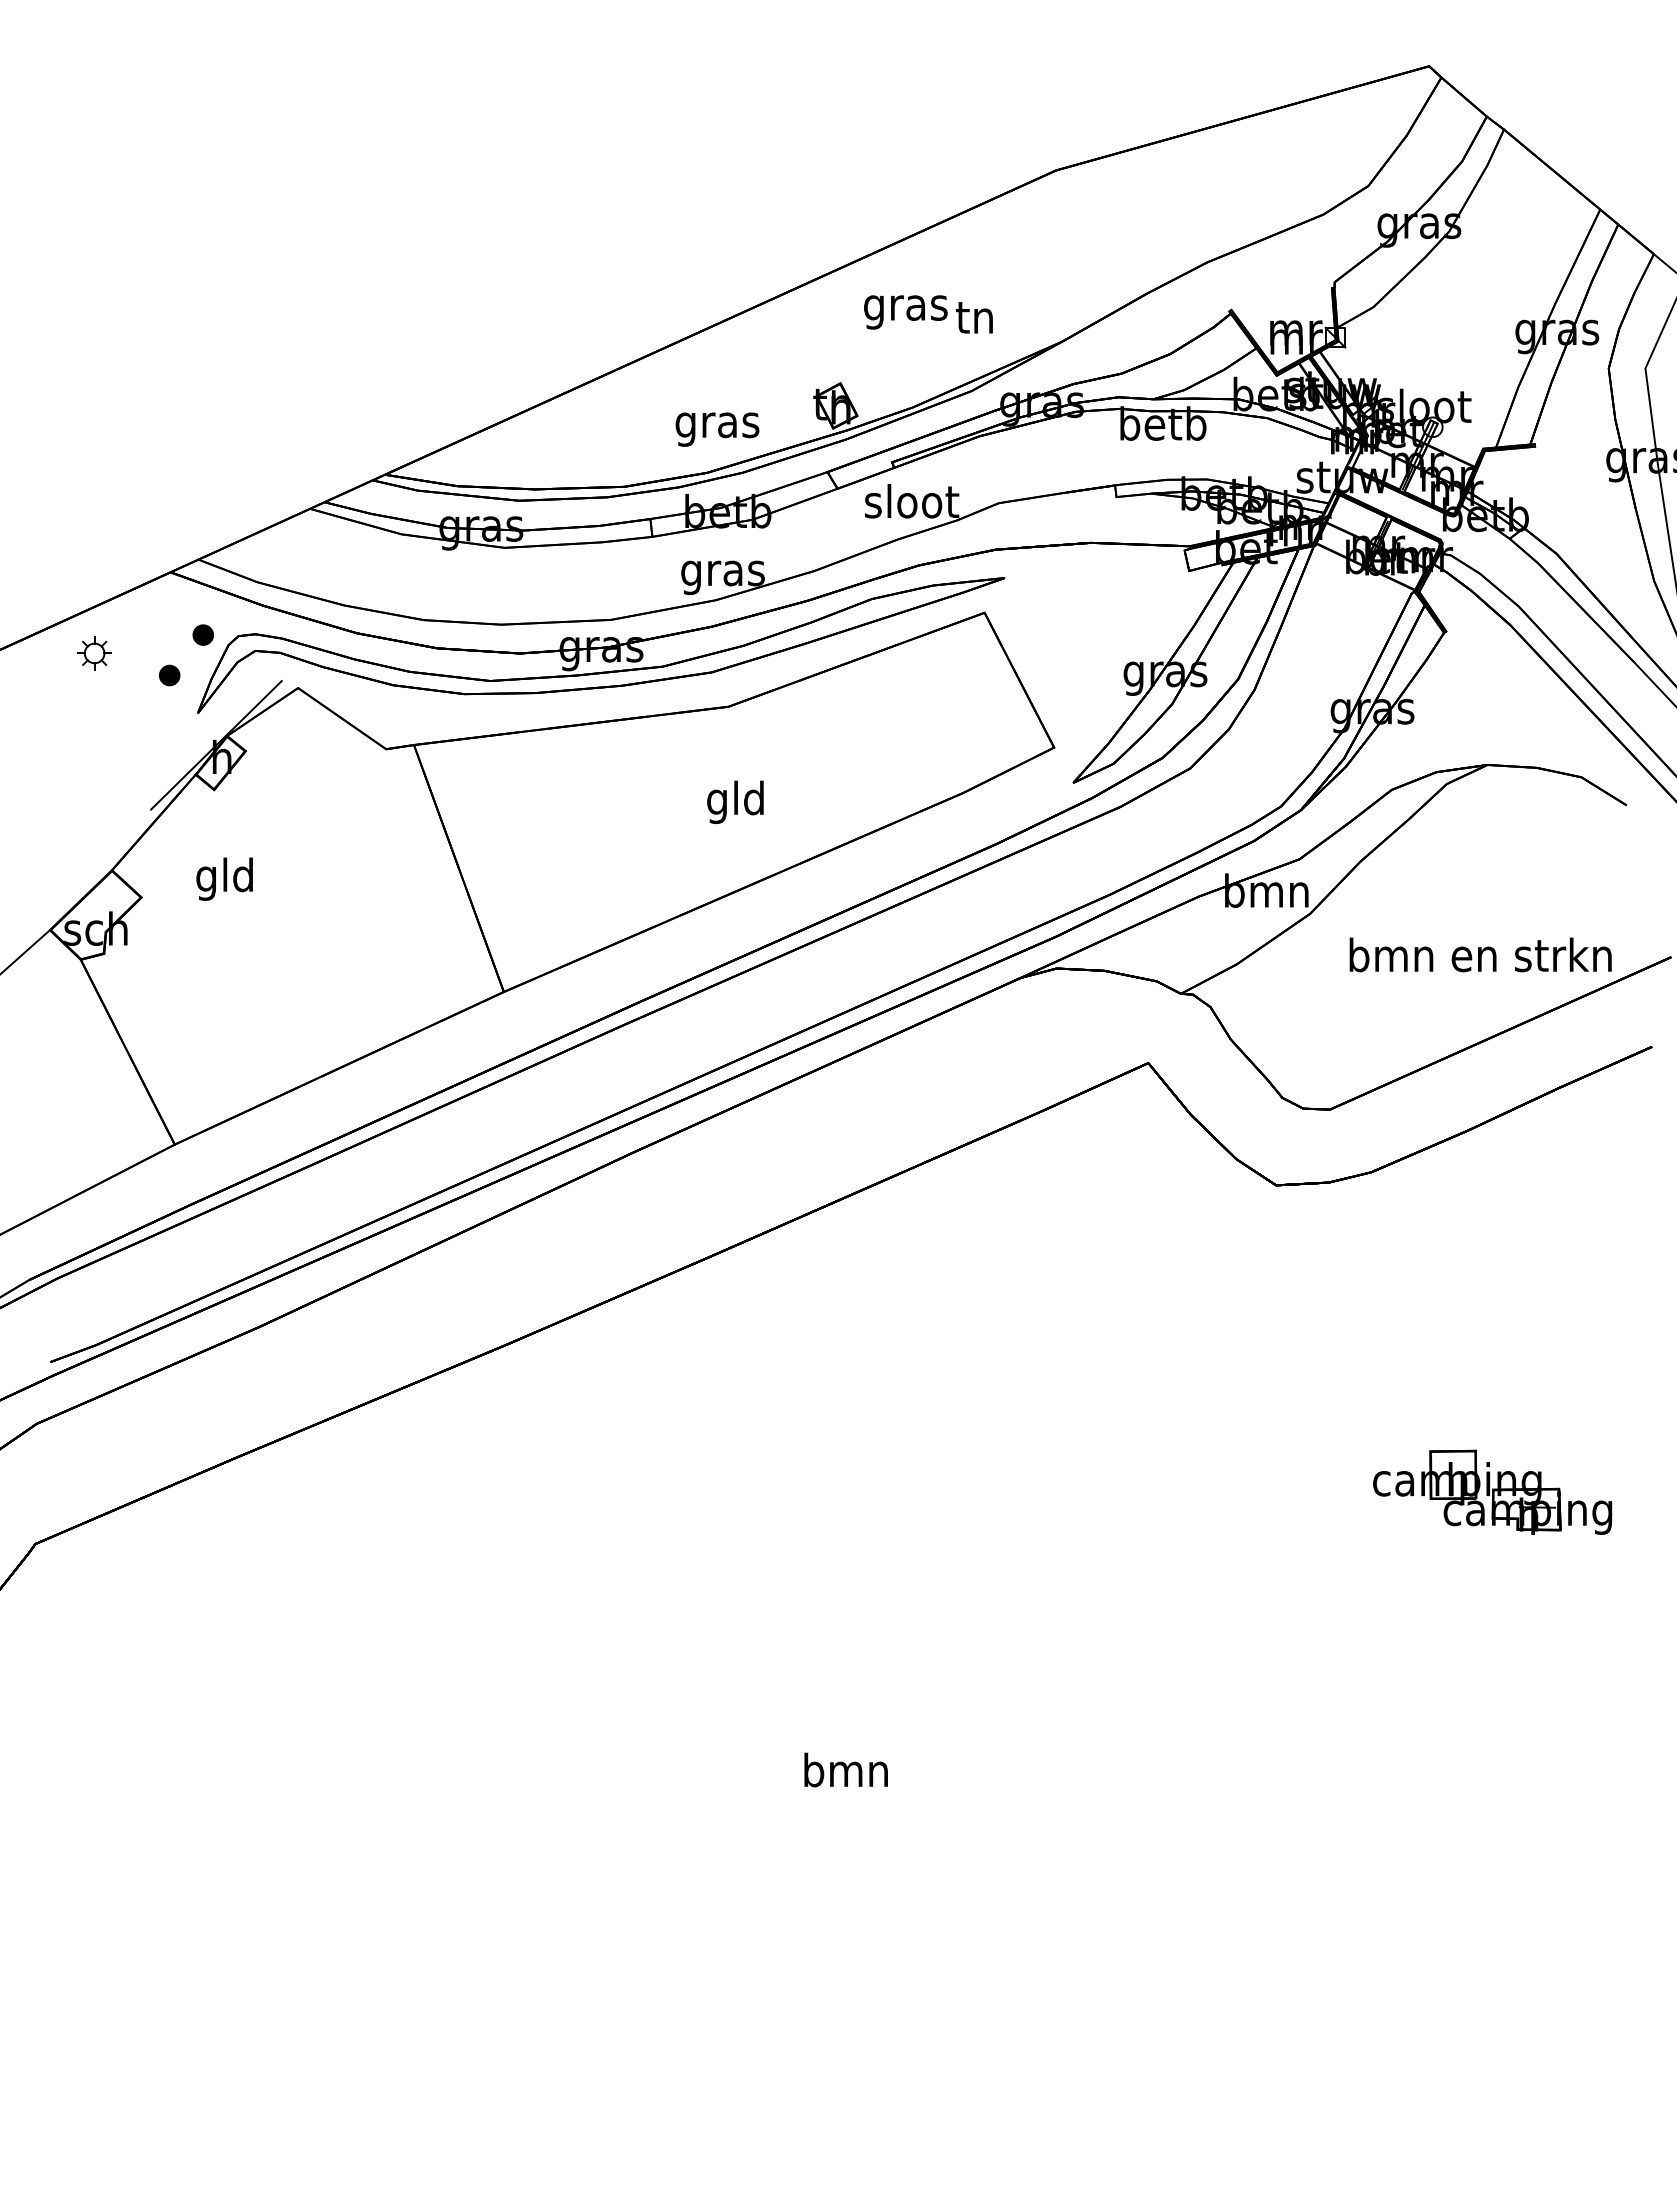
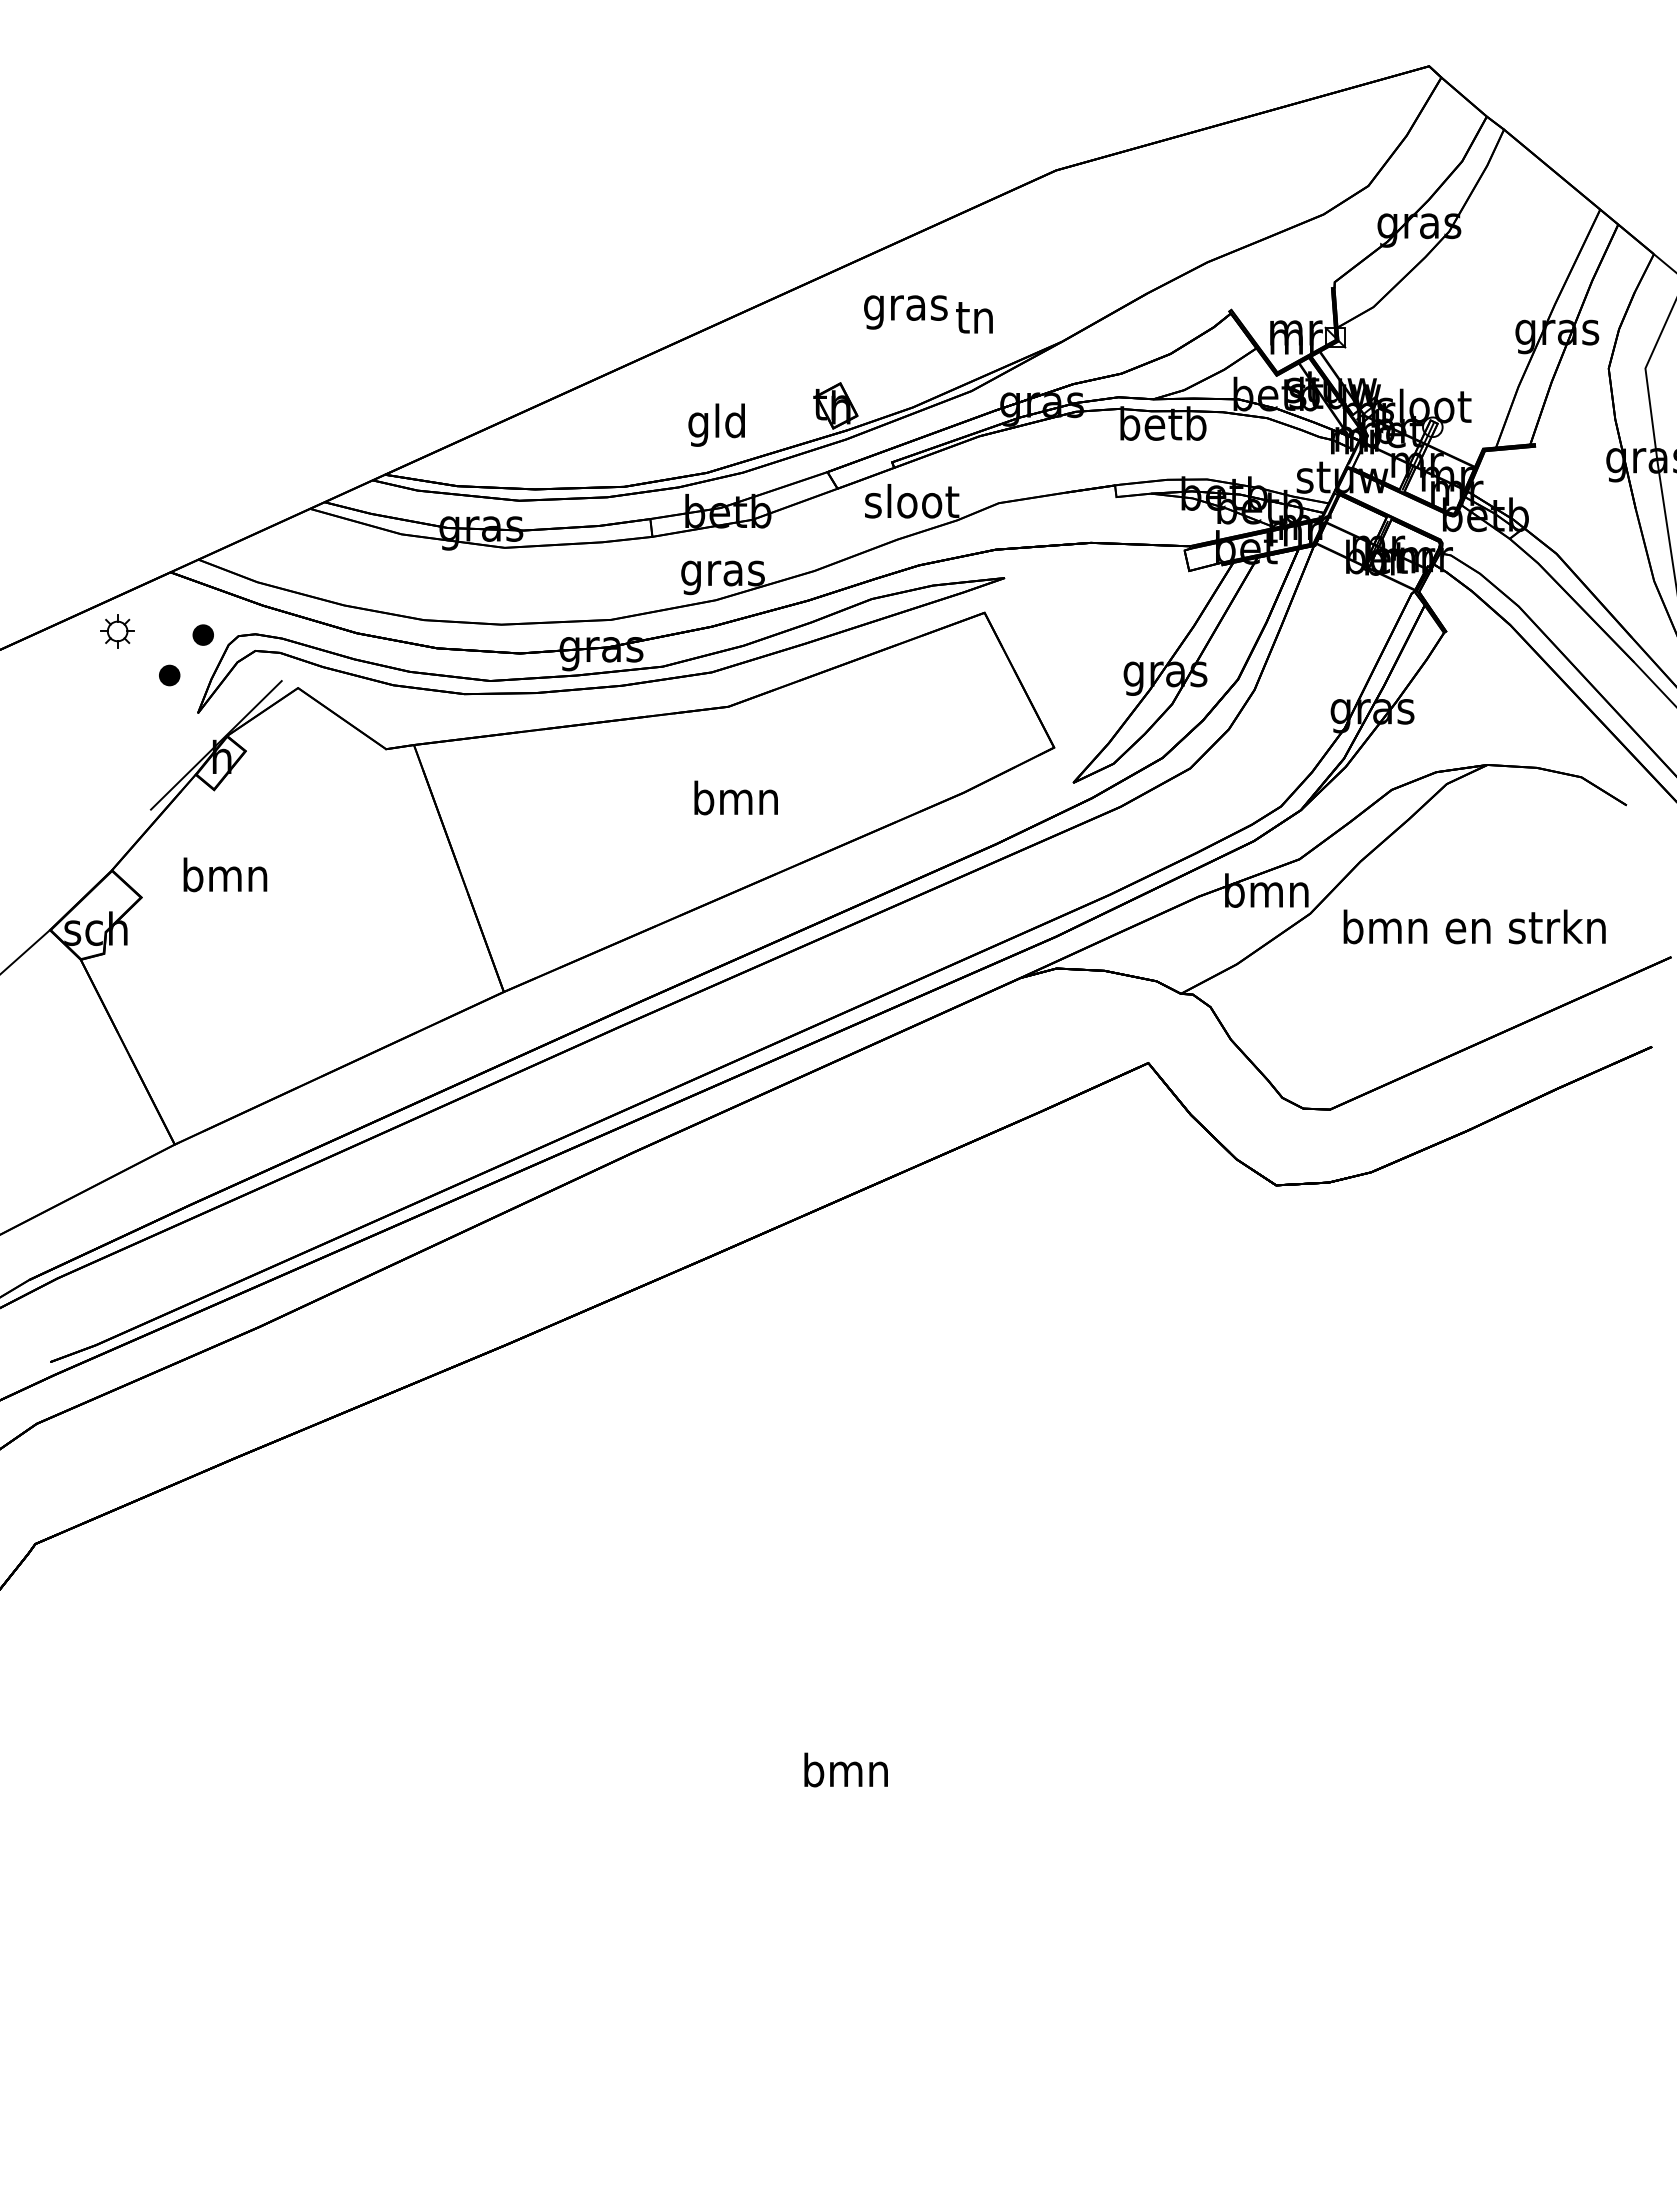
text at (717, 424): gras -> gld
part at (94, 653) position: (94, 653) -> (117, 631)
text at (735, 802): gld -> bmn
text at (225, 878): gld -> bmn
text at (1480, 954) position: (1480, 954) -> (1474, 926)
part at (1492, 1491): present -> none
